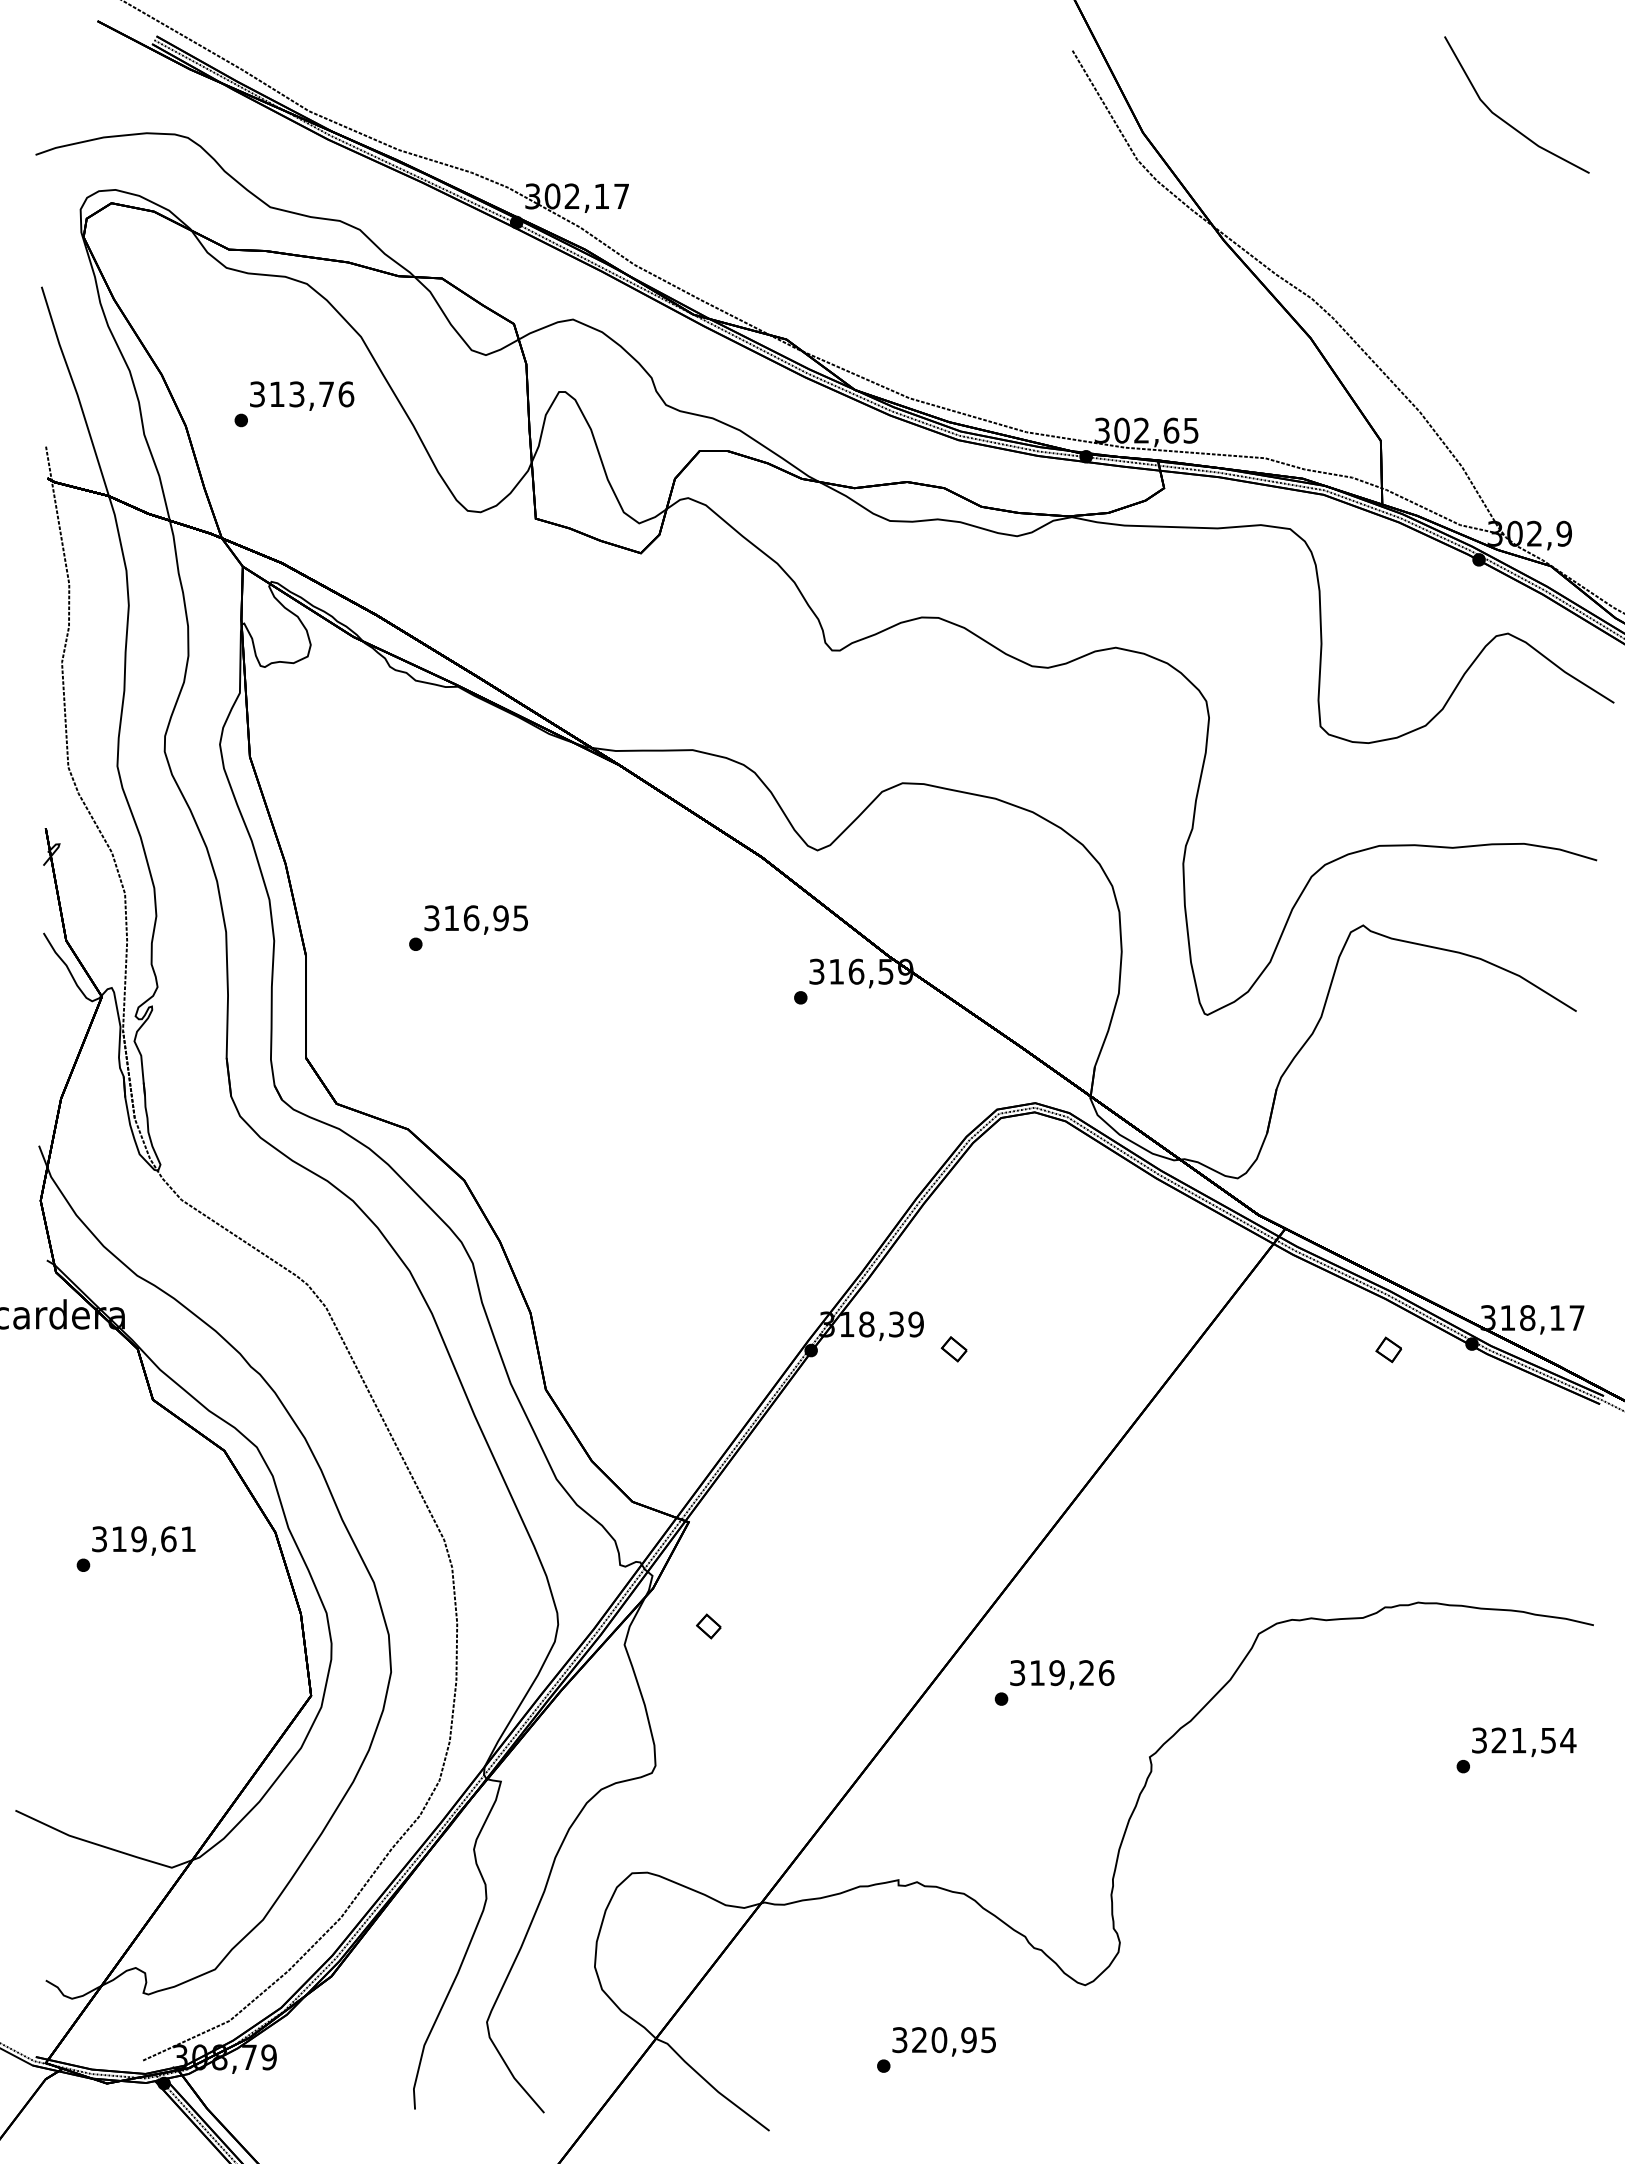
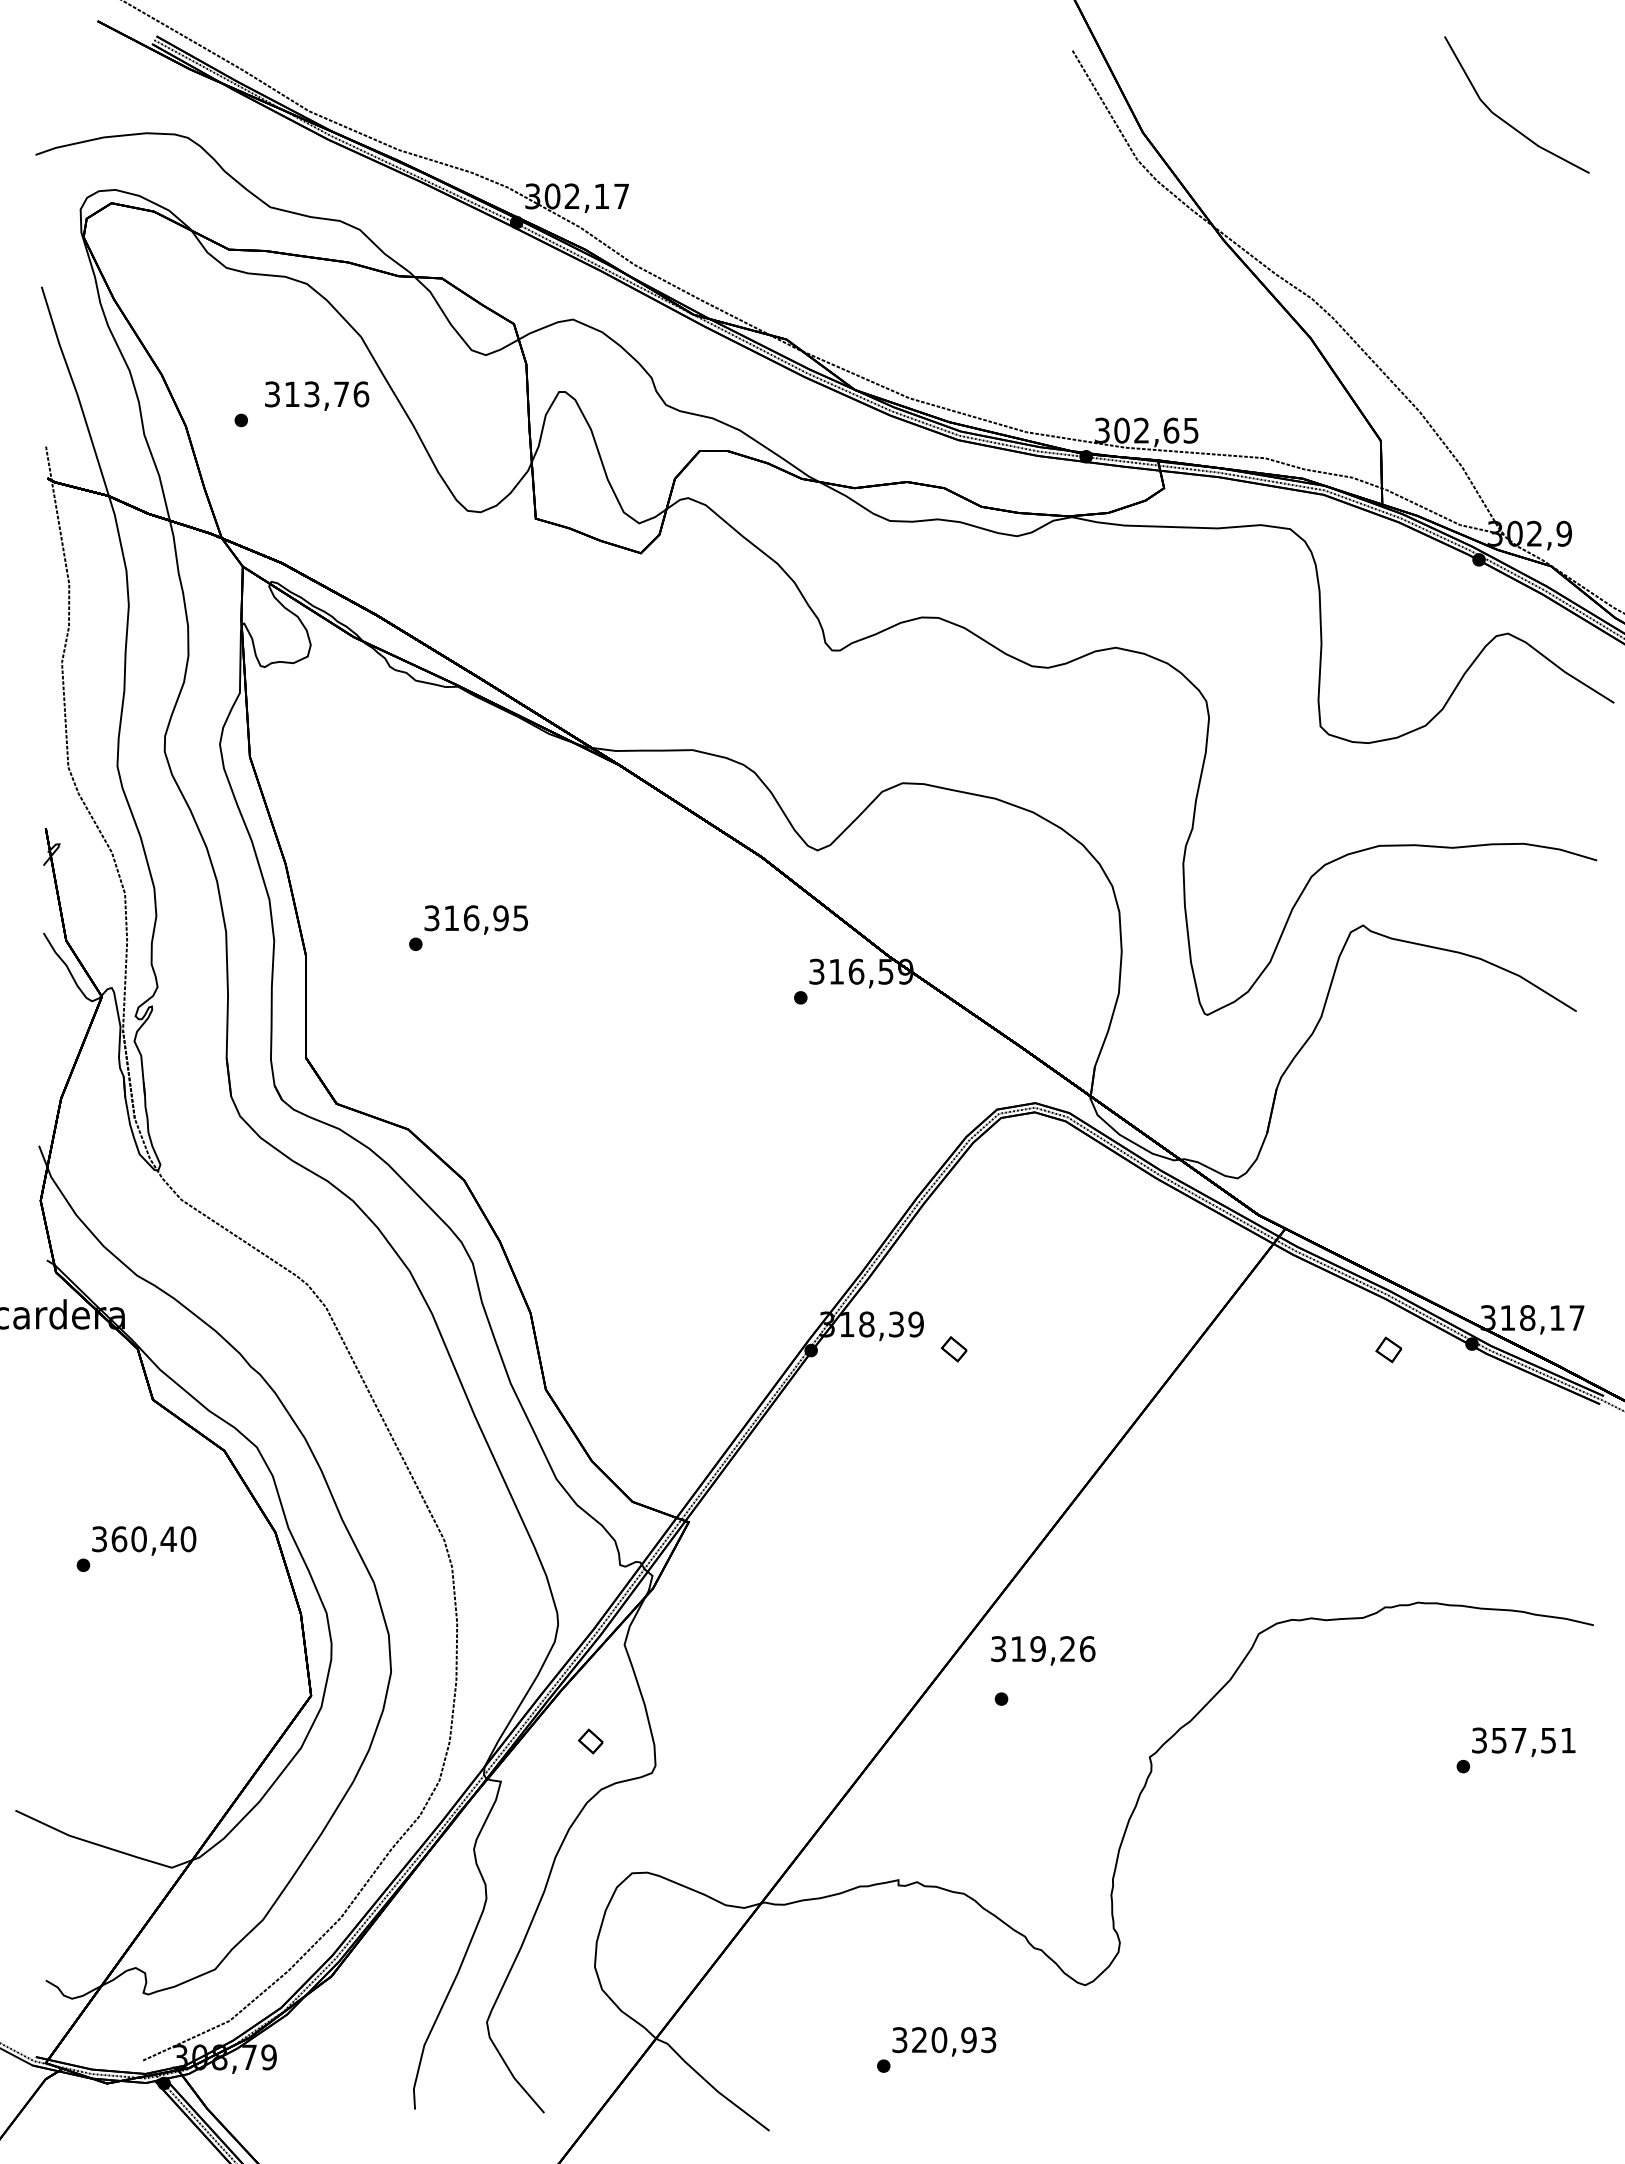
text at (302, 395) position: (302, 395) -> (317, 395)
text at (153, 1539): 319,61 -> 360,40
part at (708, 1626) position: (708, 1626) -> (590, 1741)
text at (1062, 1674) position: (1062, 1674) -> (1043, 1650)
text at (1533, 1740): 321,54 -> 357,51
text at (989, 2039): 320,95 -> 320,93
